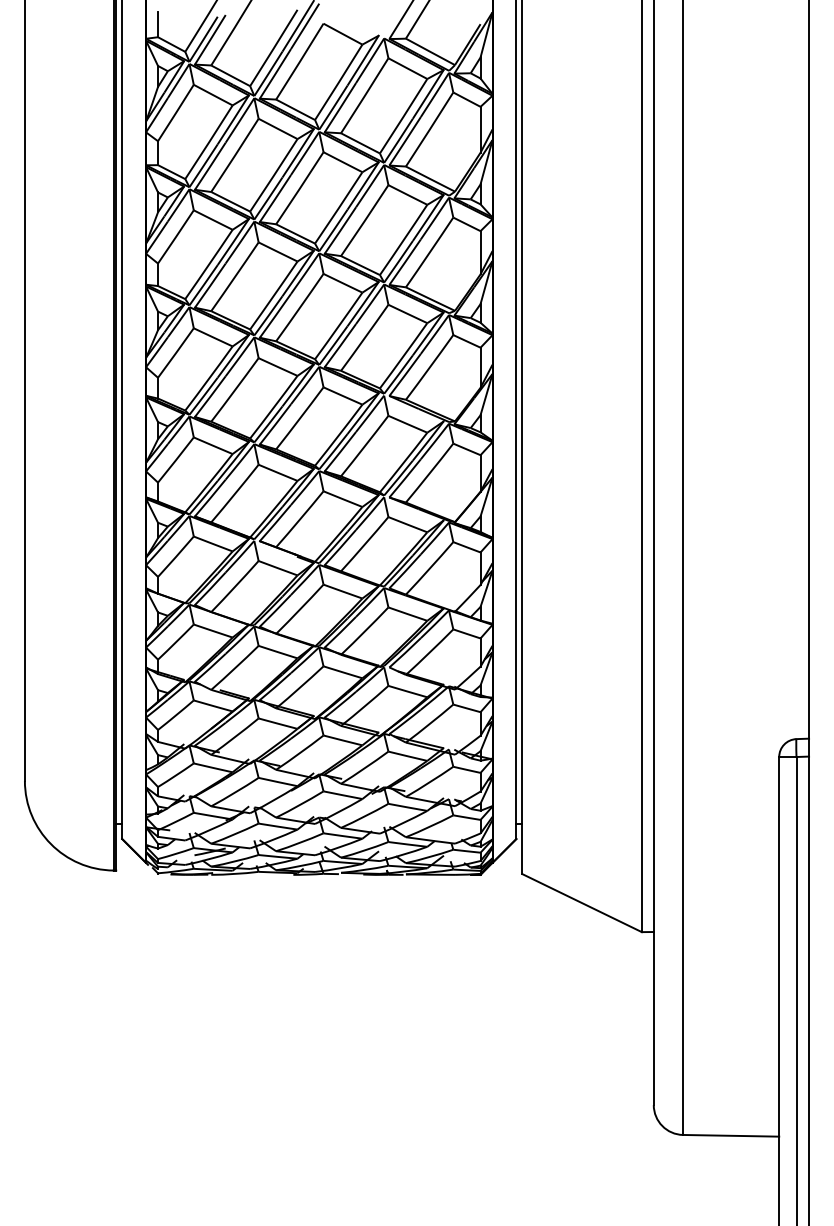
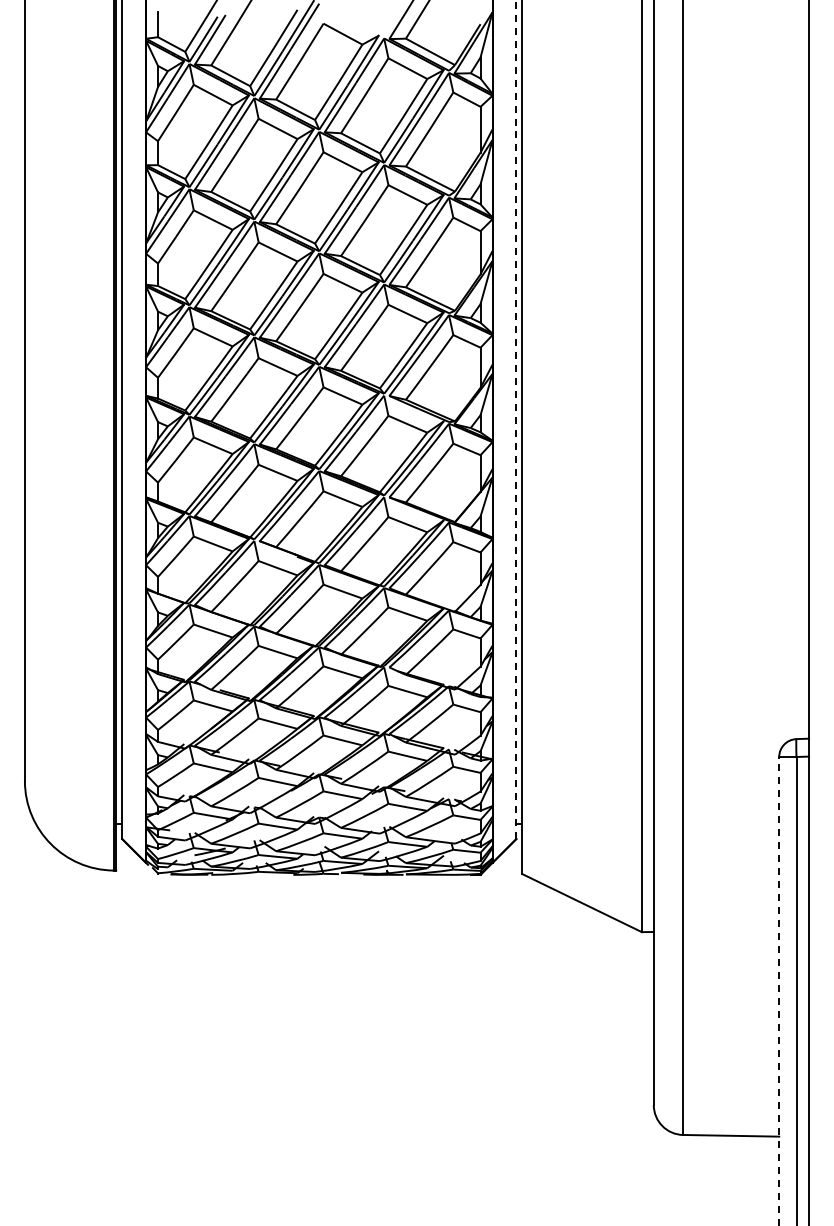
line at (516, 419): solid -> dashed
line at (779, 990): solid -> dashed
